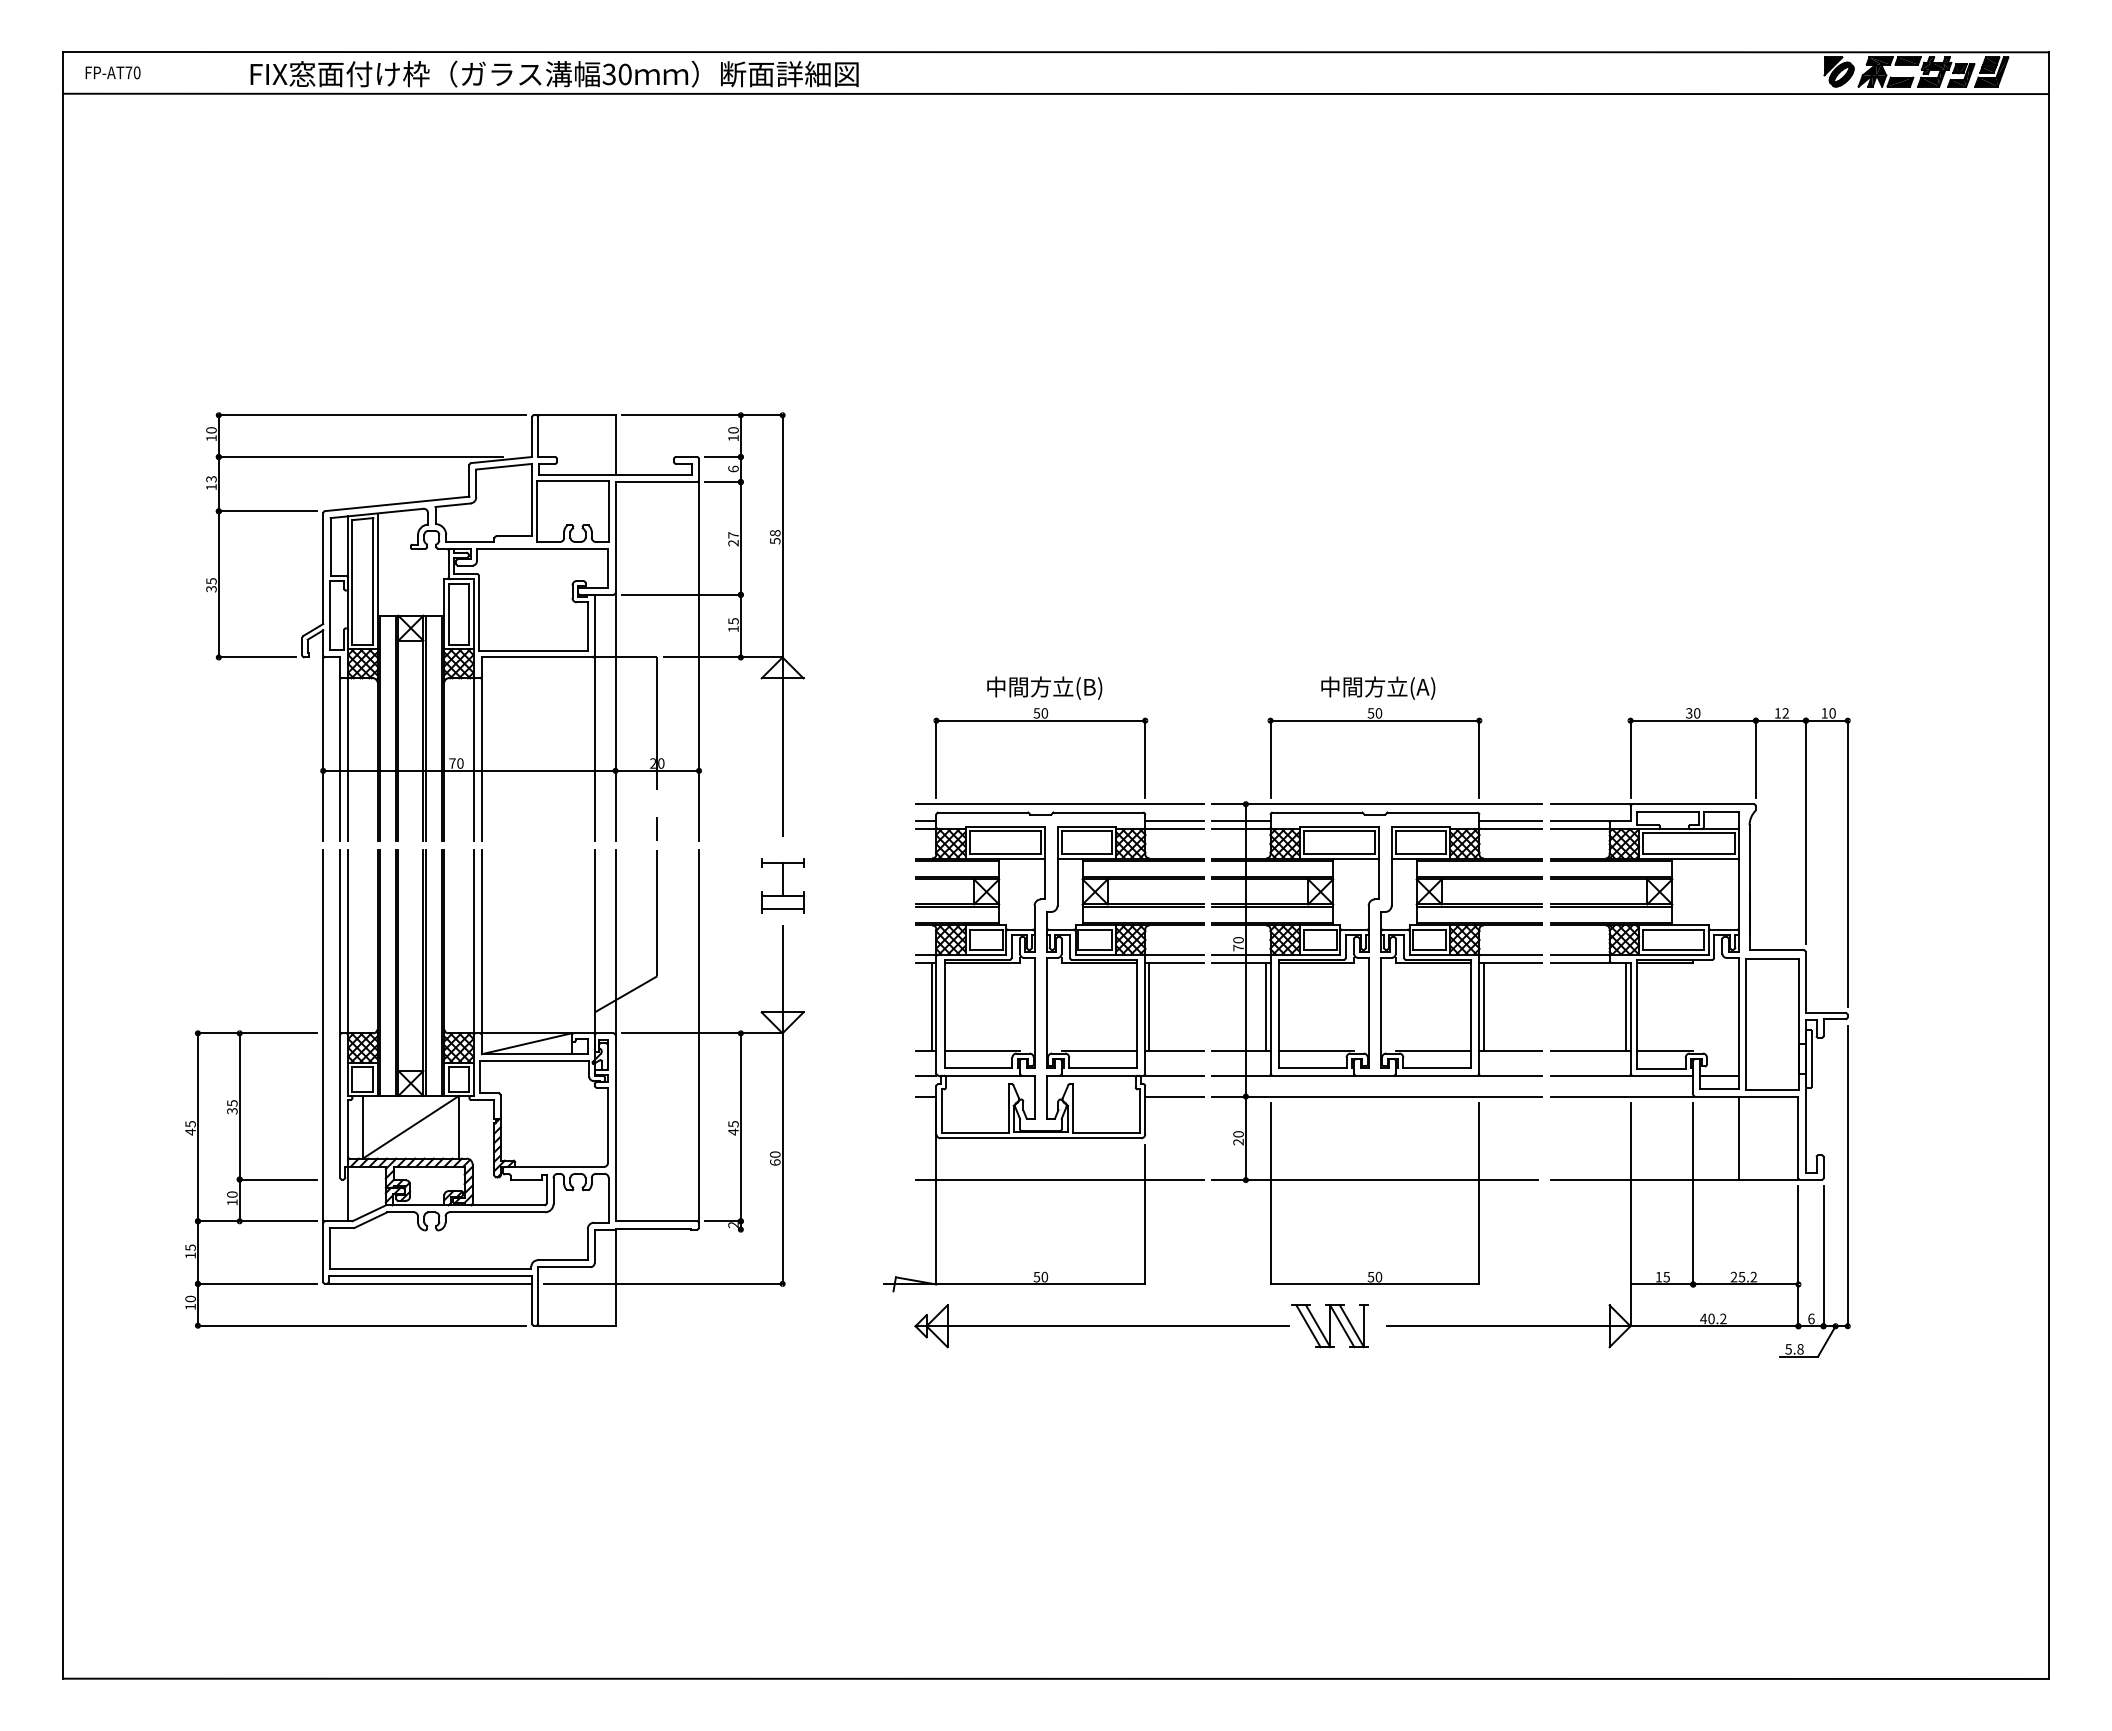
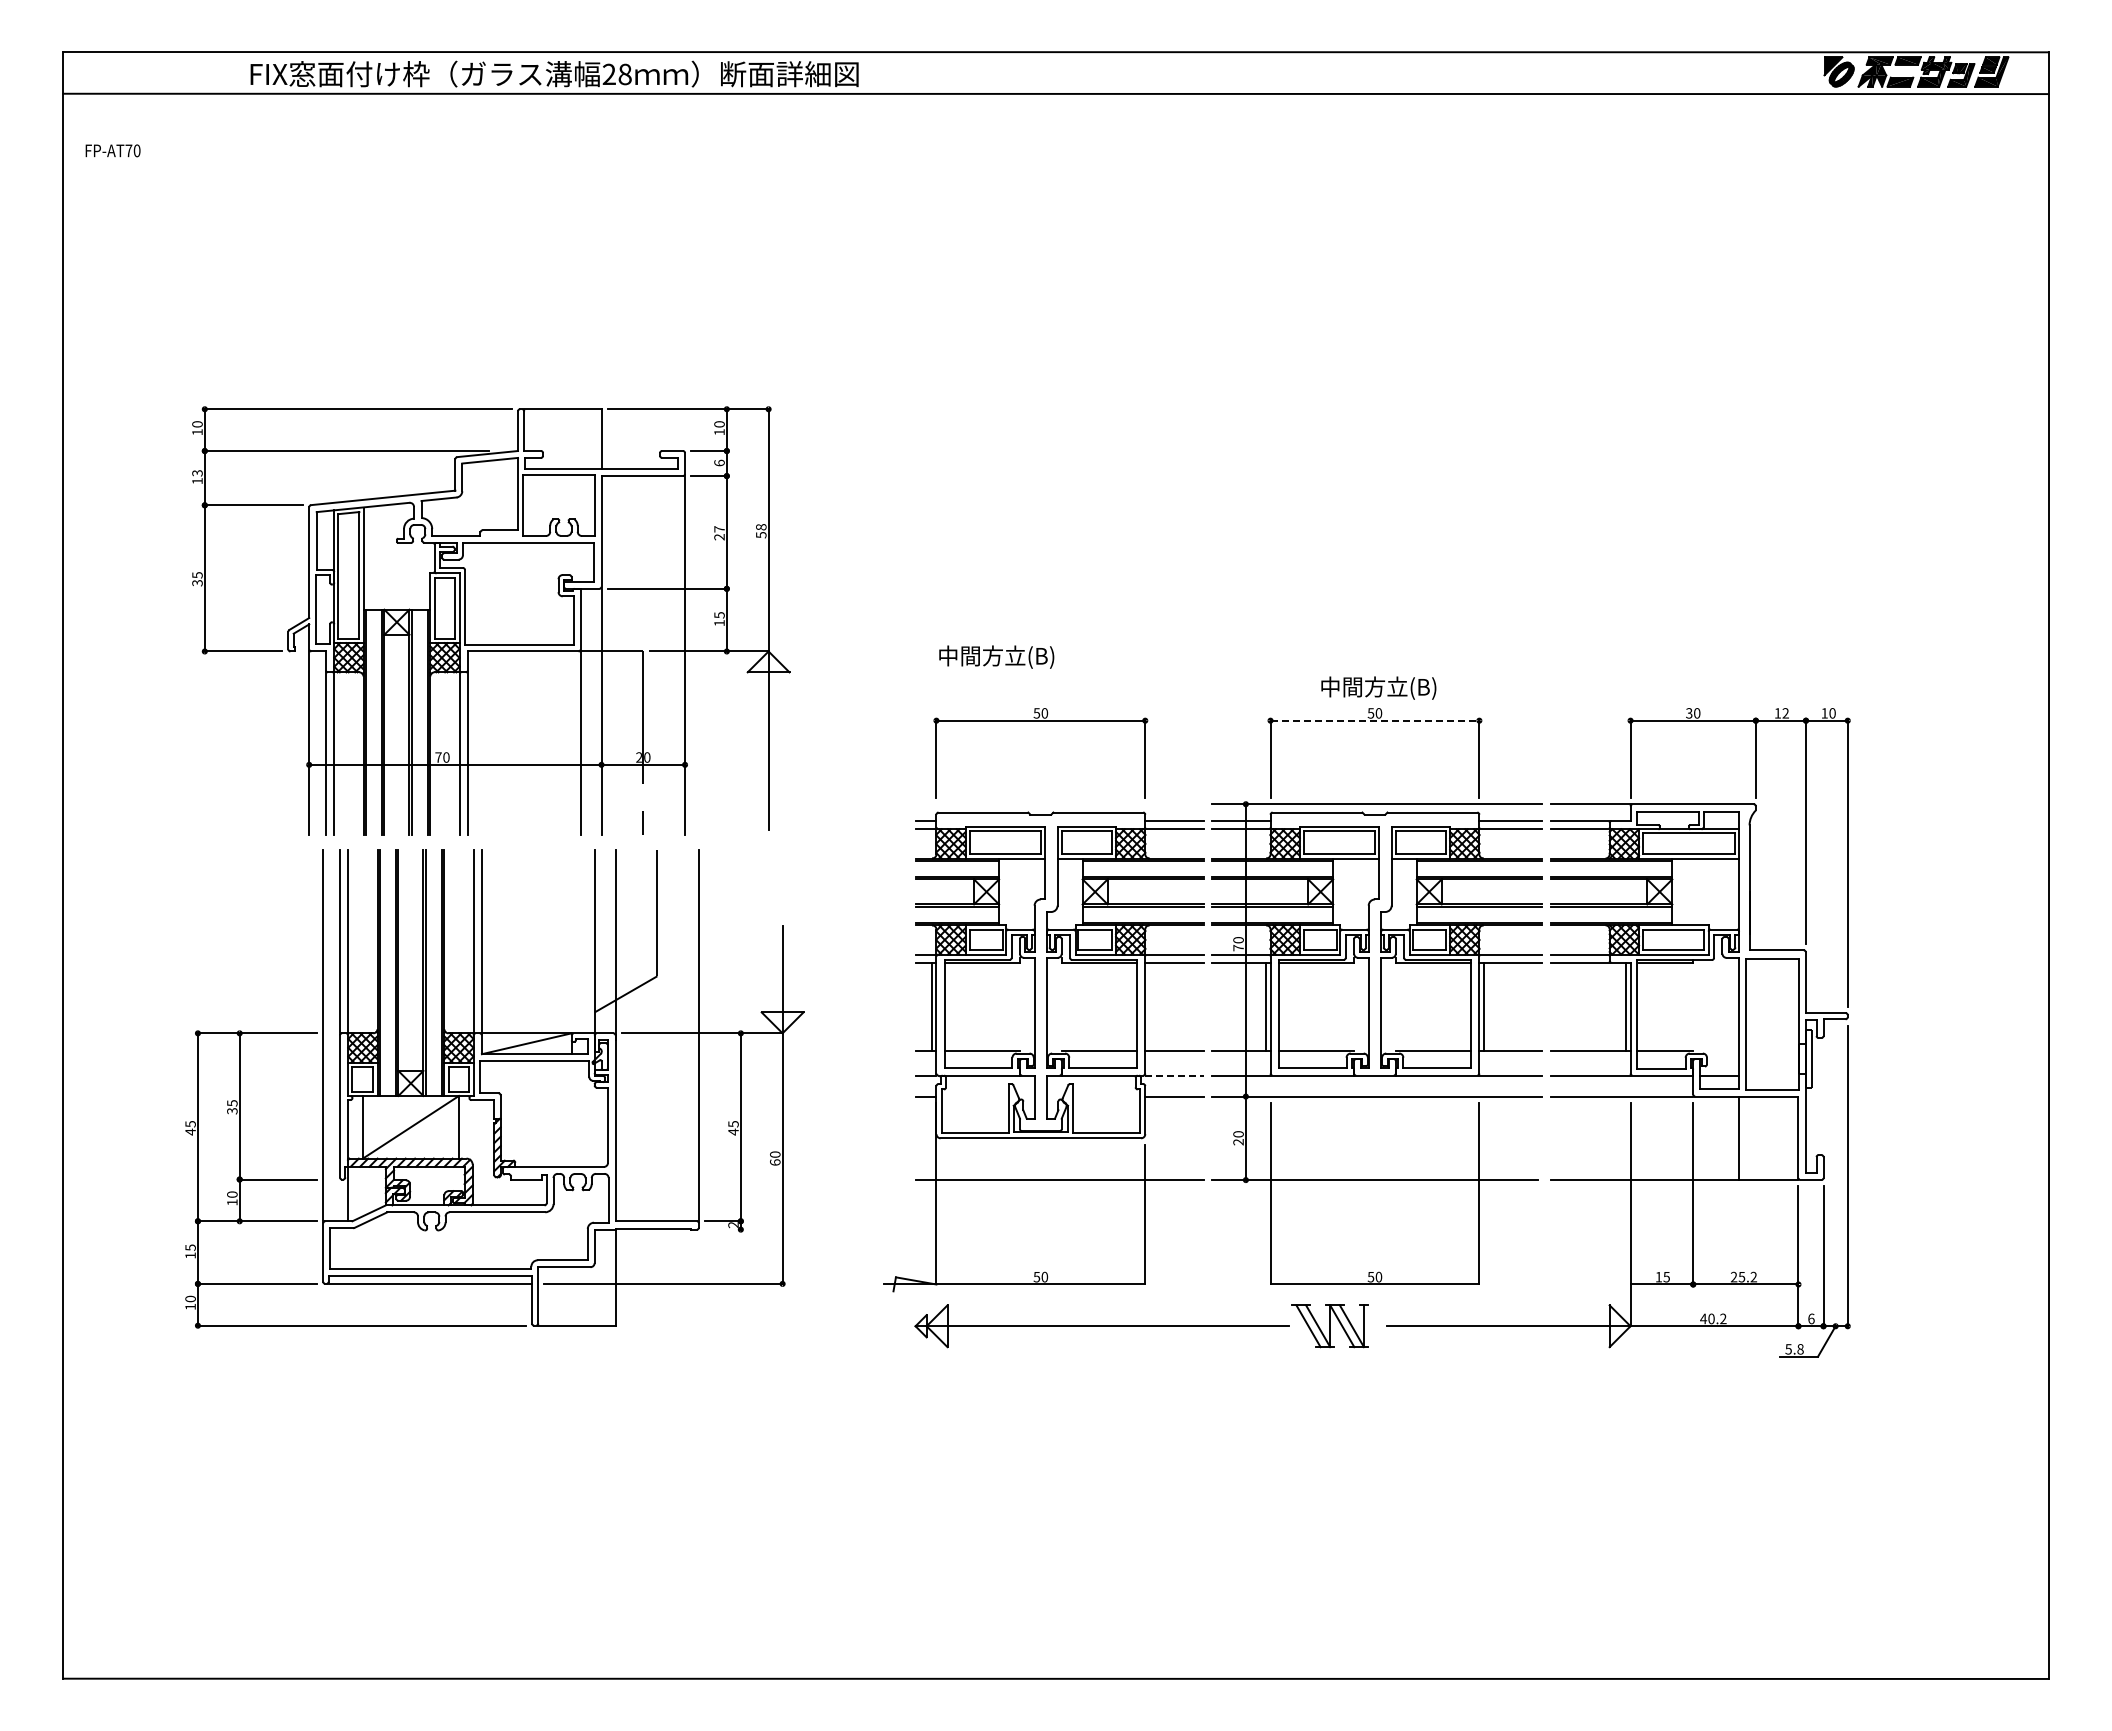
text at (112, 72) position: (112, 72) -> (112, 150)
text at (616, 74): 30 -> 28
part at (505, 626) position: (505, 626) -> (491, 620)
text at (1044, 687) position: (1044, 687) -> (996, 656)
text at (1426, 688): 中間方立(A) -> 中間方立(B)
line at (1375, 720): solid -> dashed
line at (1059, 804): present -> none
part at (782, 885): present -> none
line at (1149, 1006): present -> none
line at (1175, 1075): solid -> dashed
